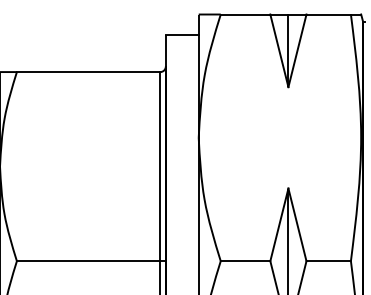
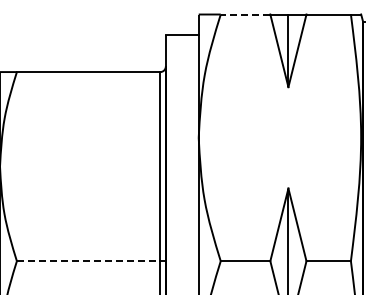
line at (245, 14): solid -> dashed
line at (88, 261): solid -> dashed
